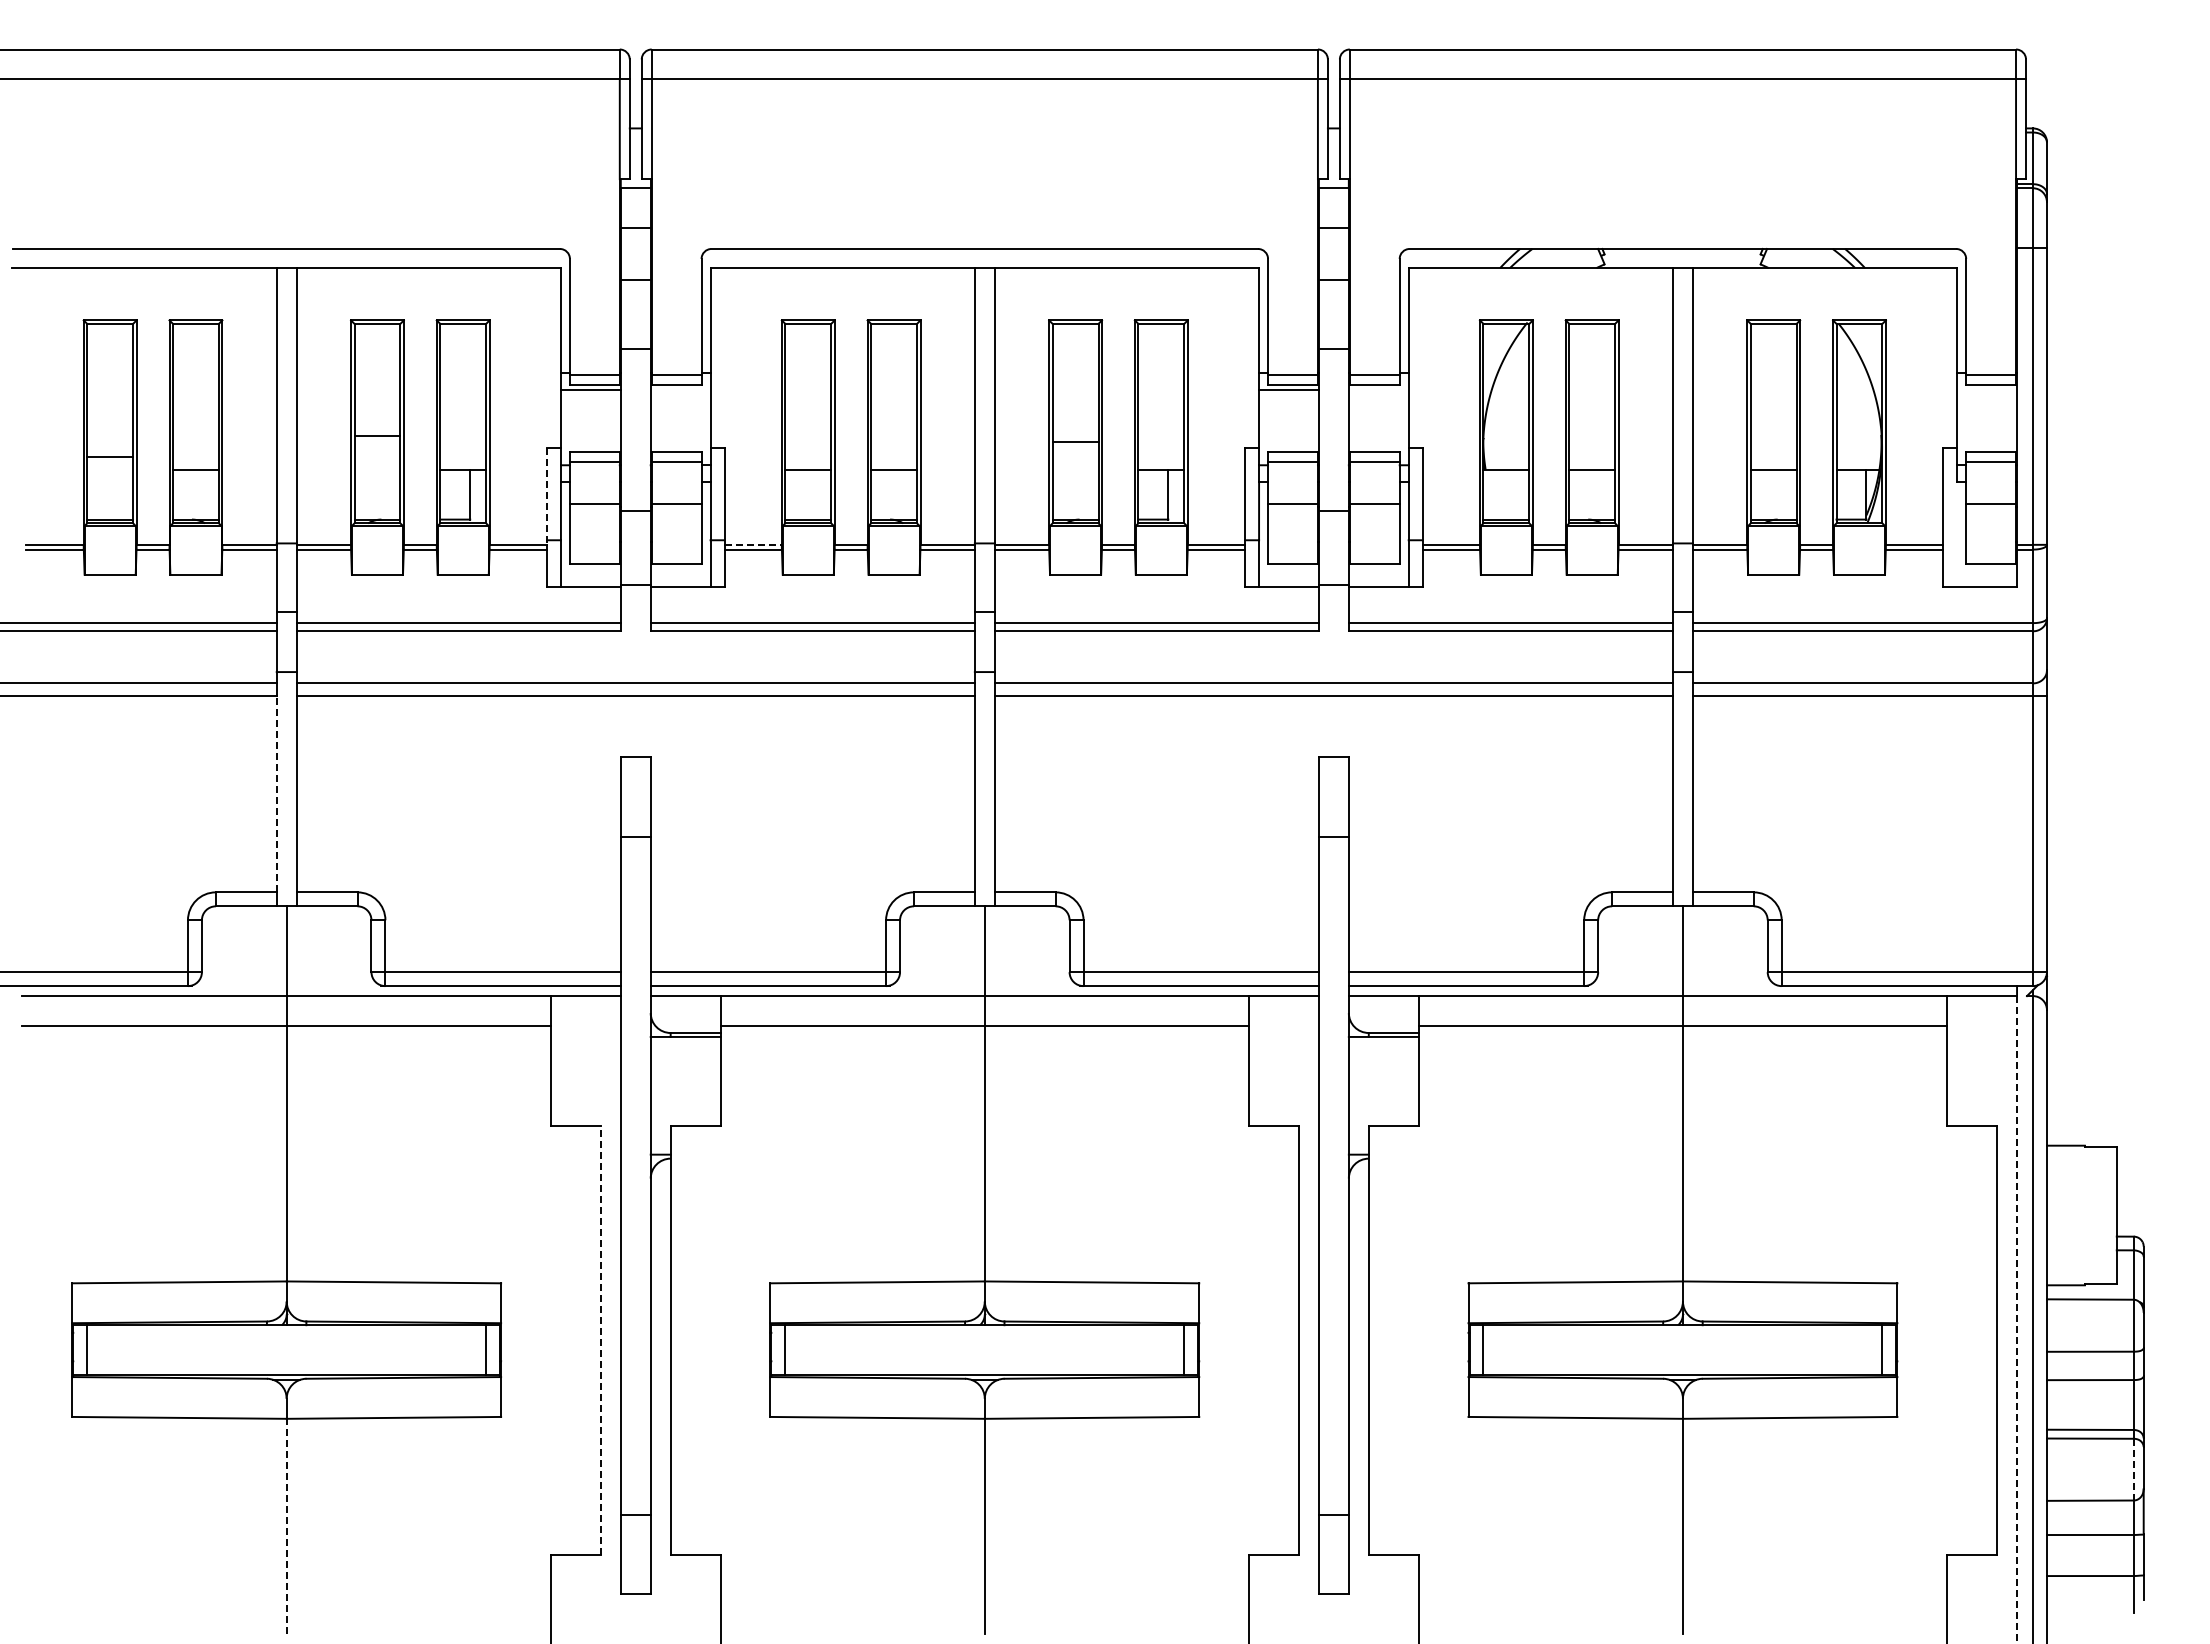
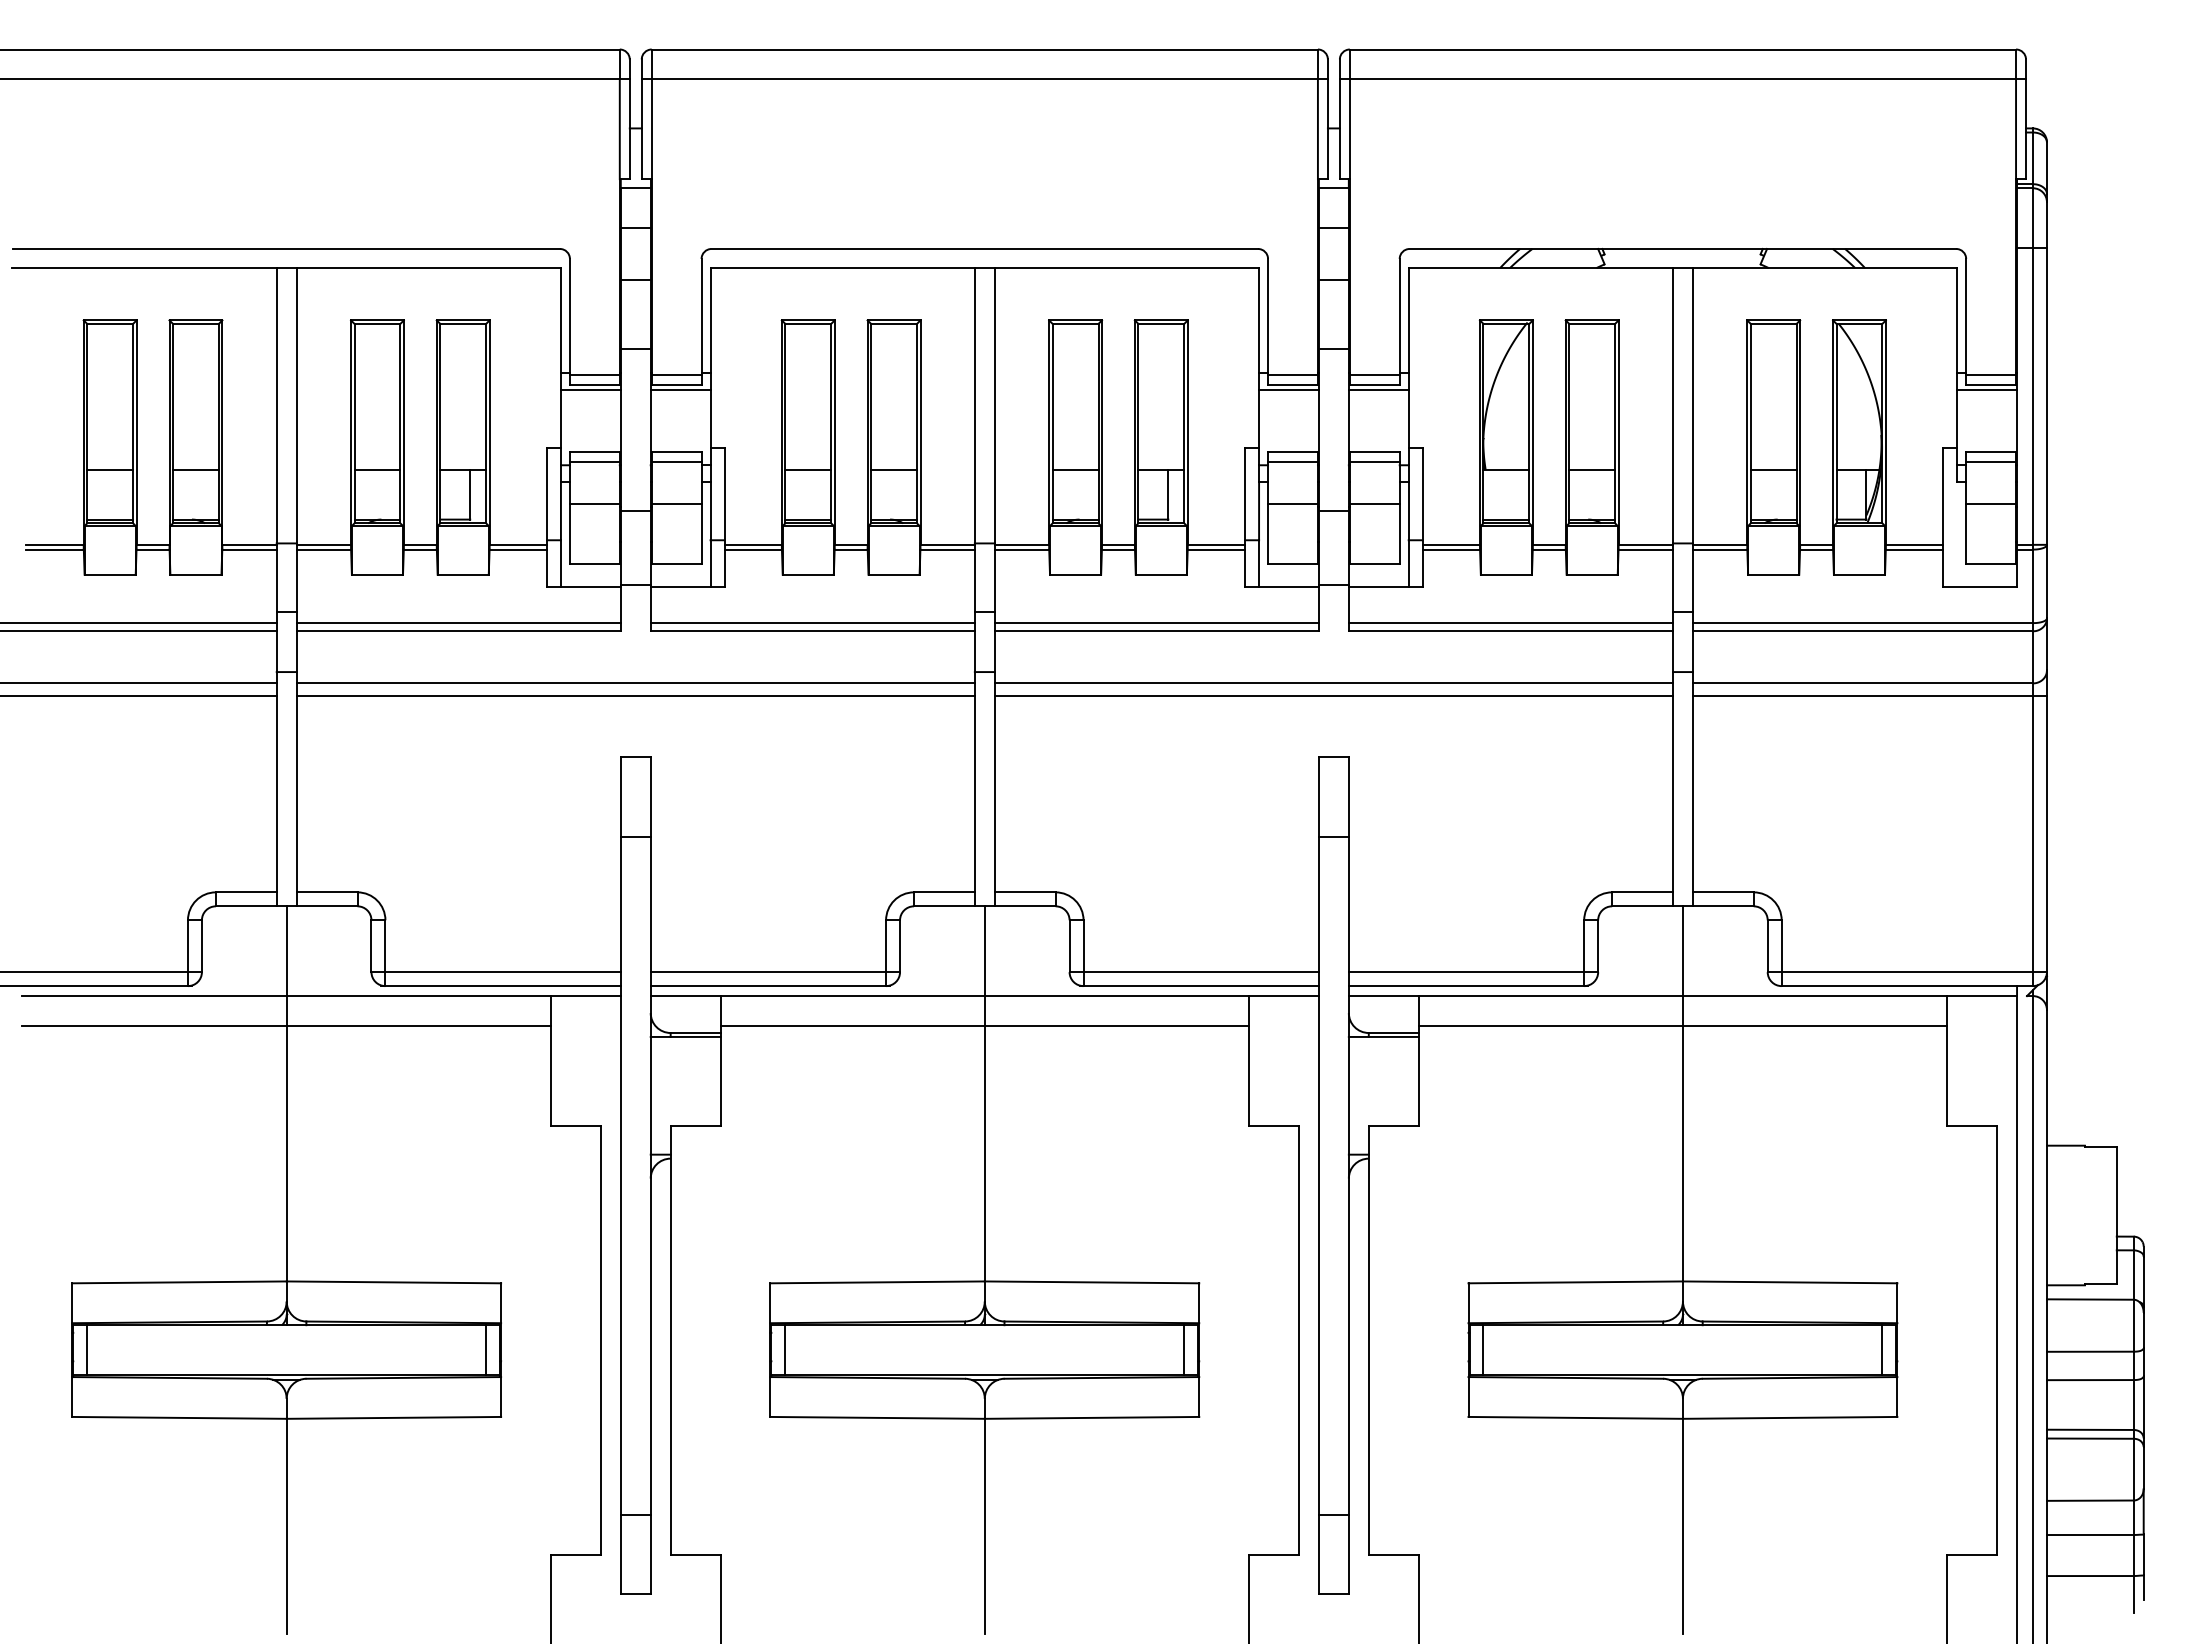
line at (680, 389): none -> present
line at (1378, 389): none -> present
line at (1987, 389): none -> present
line at (377, 435) position: (377, 435) -> (377, 469)
line at (1075, 441) position: (1075, 441) -> (1075, 469)
line at (110, 456) position: (110, 456) -> (110, 469)
line at (547, 496): dashed -> solid
line at (753, 544): dashed -> solid
line at (276, 794): dashed -> solid
line at (2017, 1319): dashed -> solid
line at (600, 1339): dashed -> solid
line at (2133, 1469): dashed -> solid
line at (286, 1526): dashed -> solid
